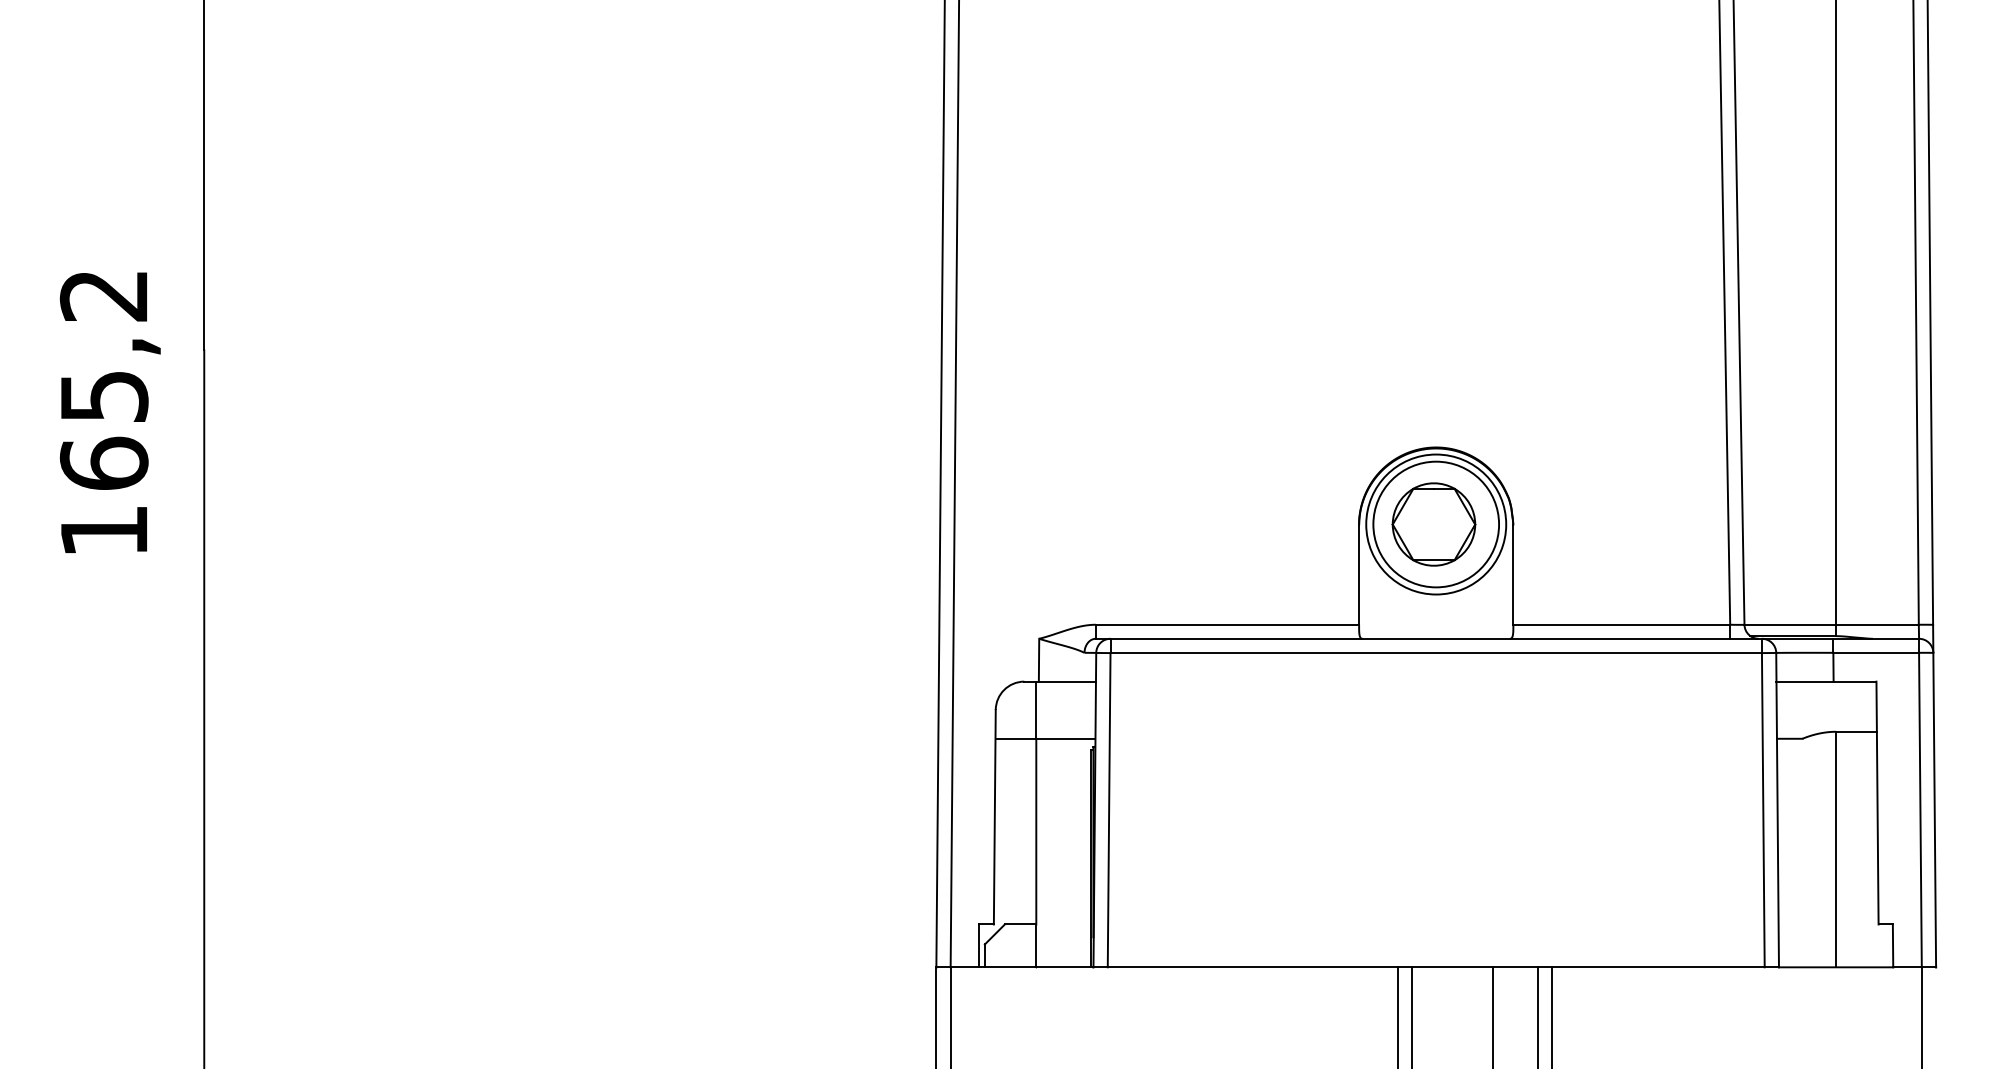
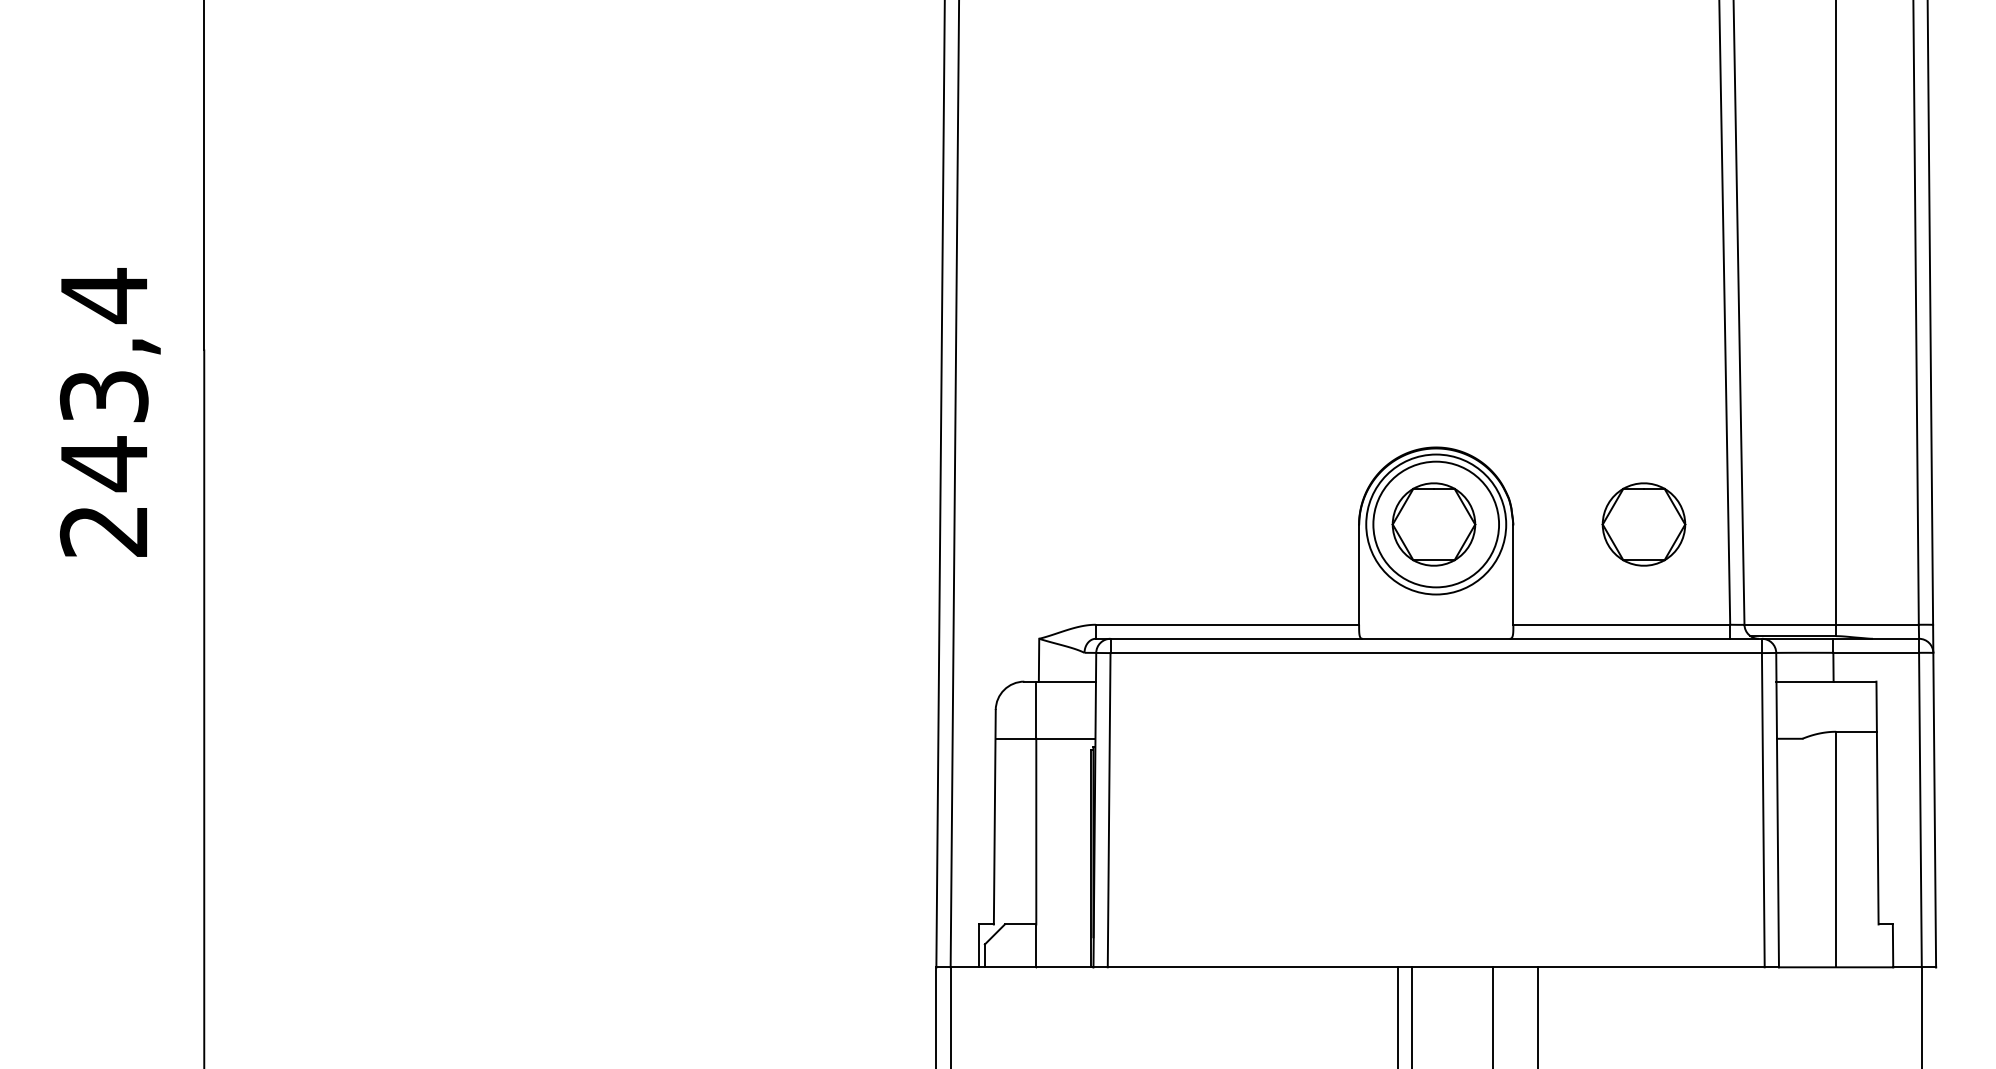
text at (103, 412): 165,2 -> 243,4
part at (1643, 524): none -> present
line at (1551, 1016): present -> none
